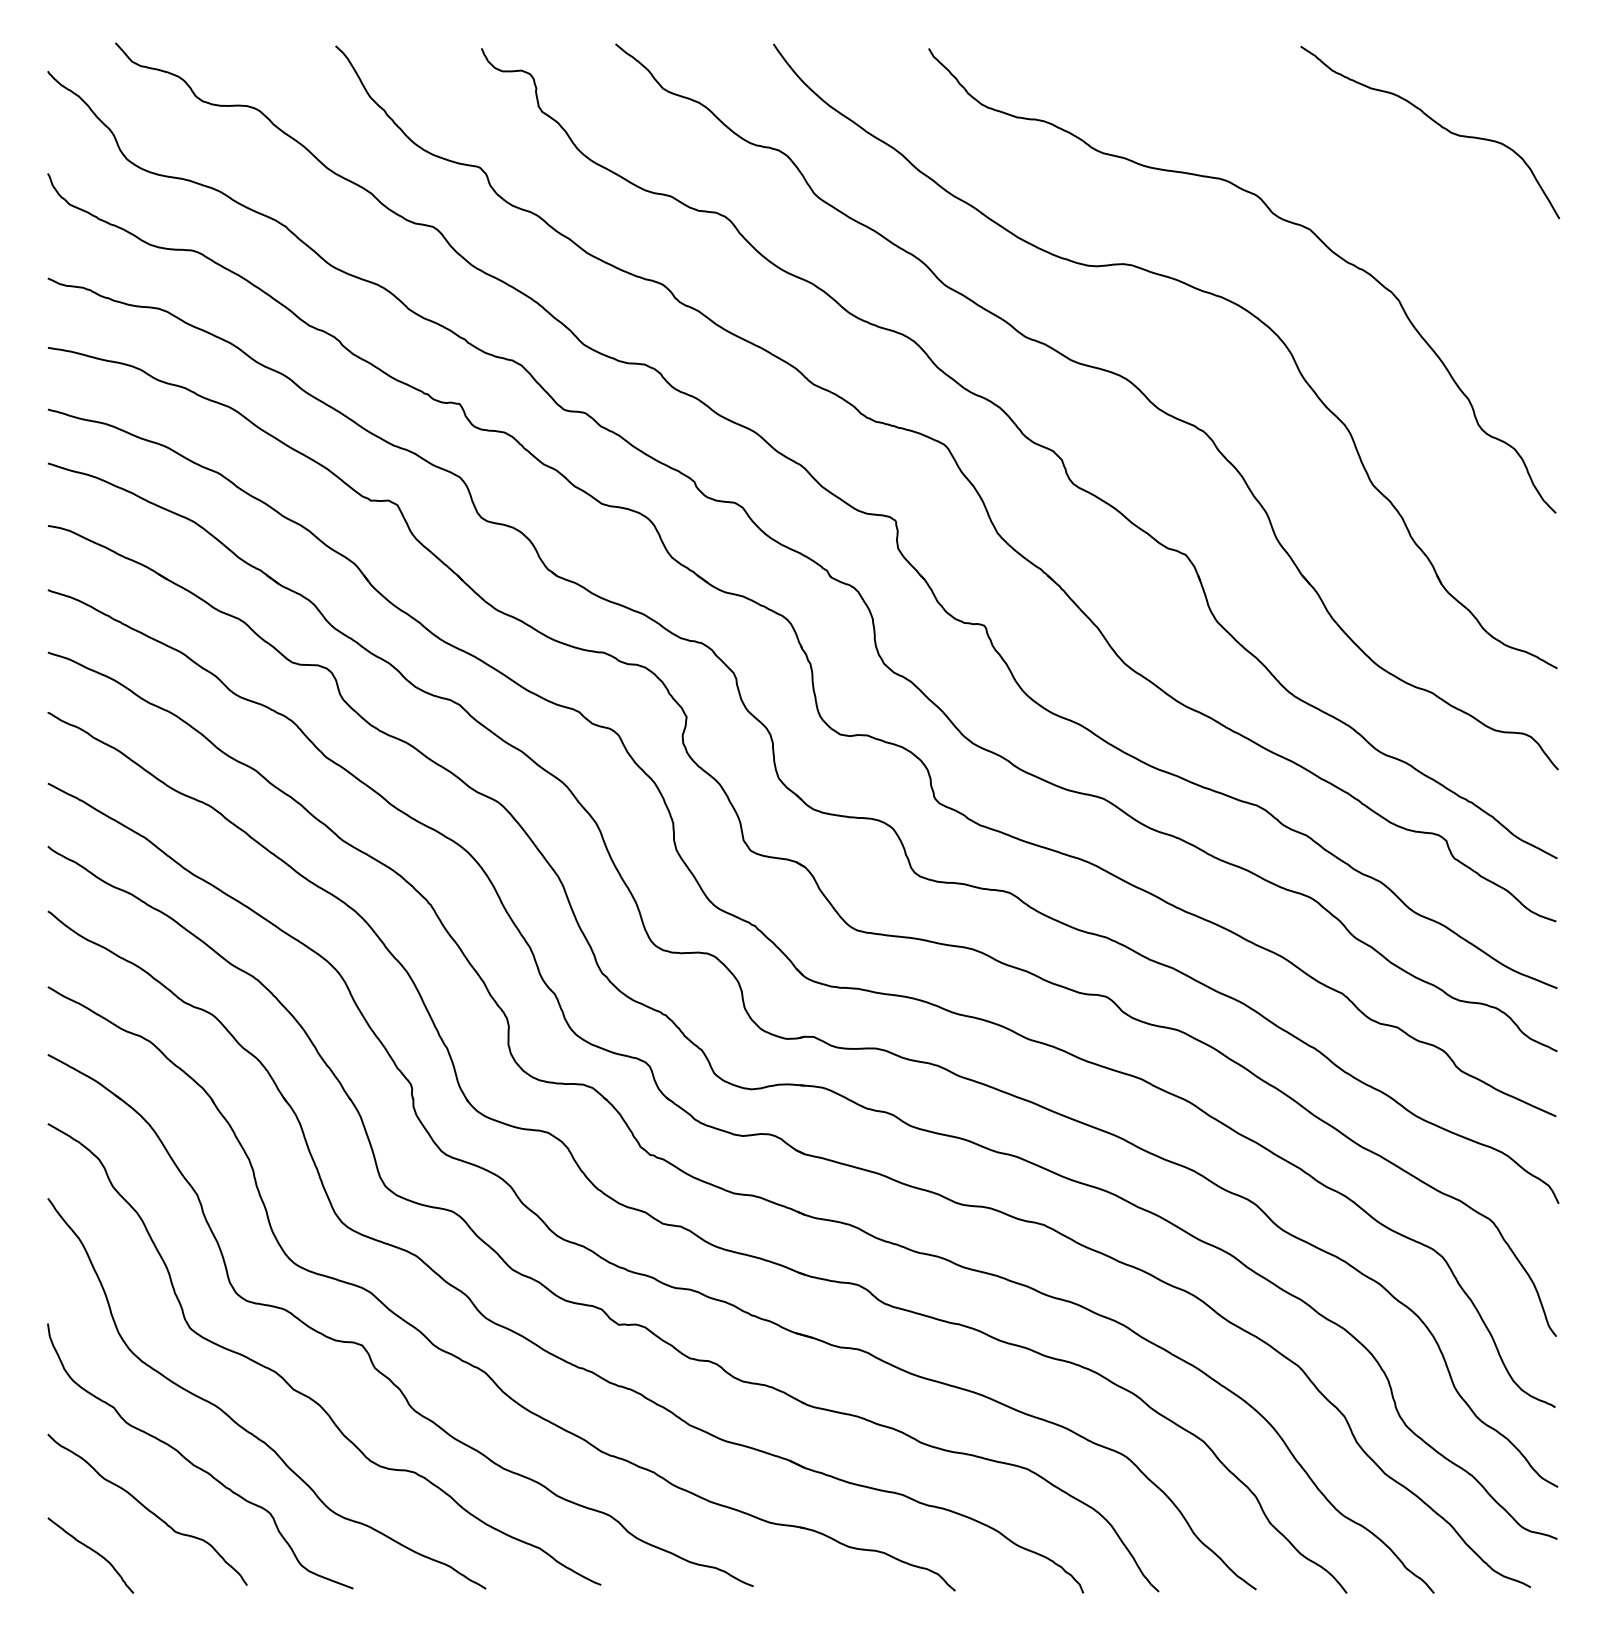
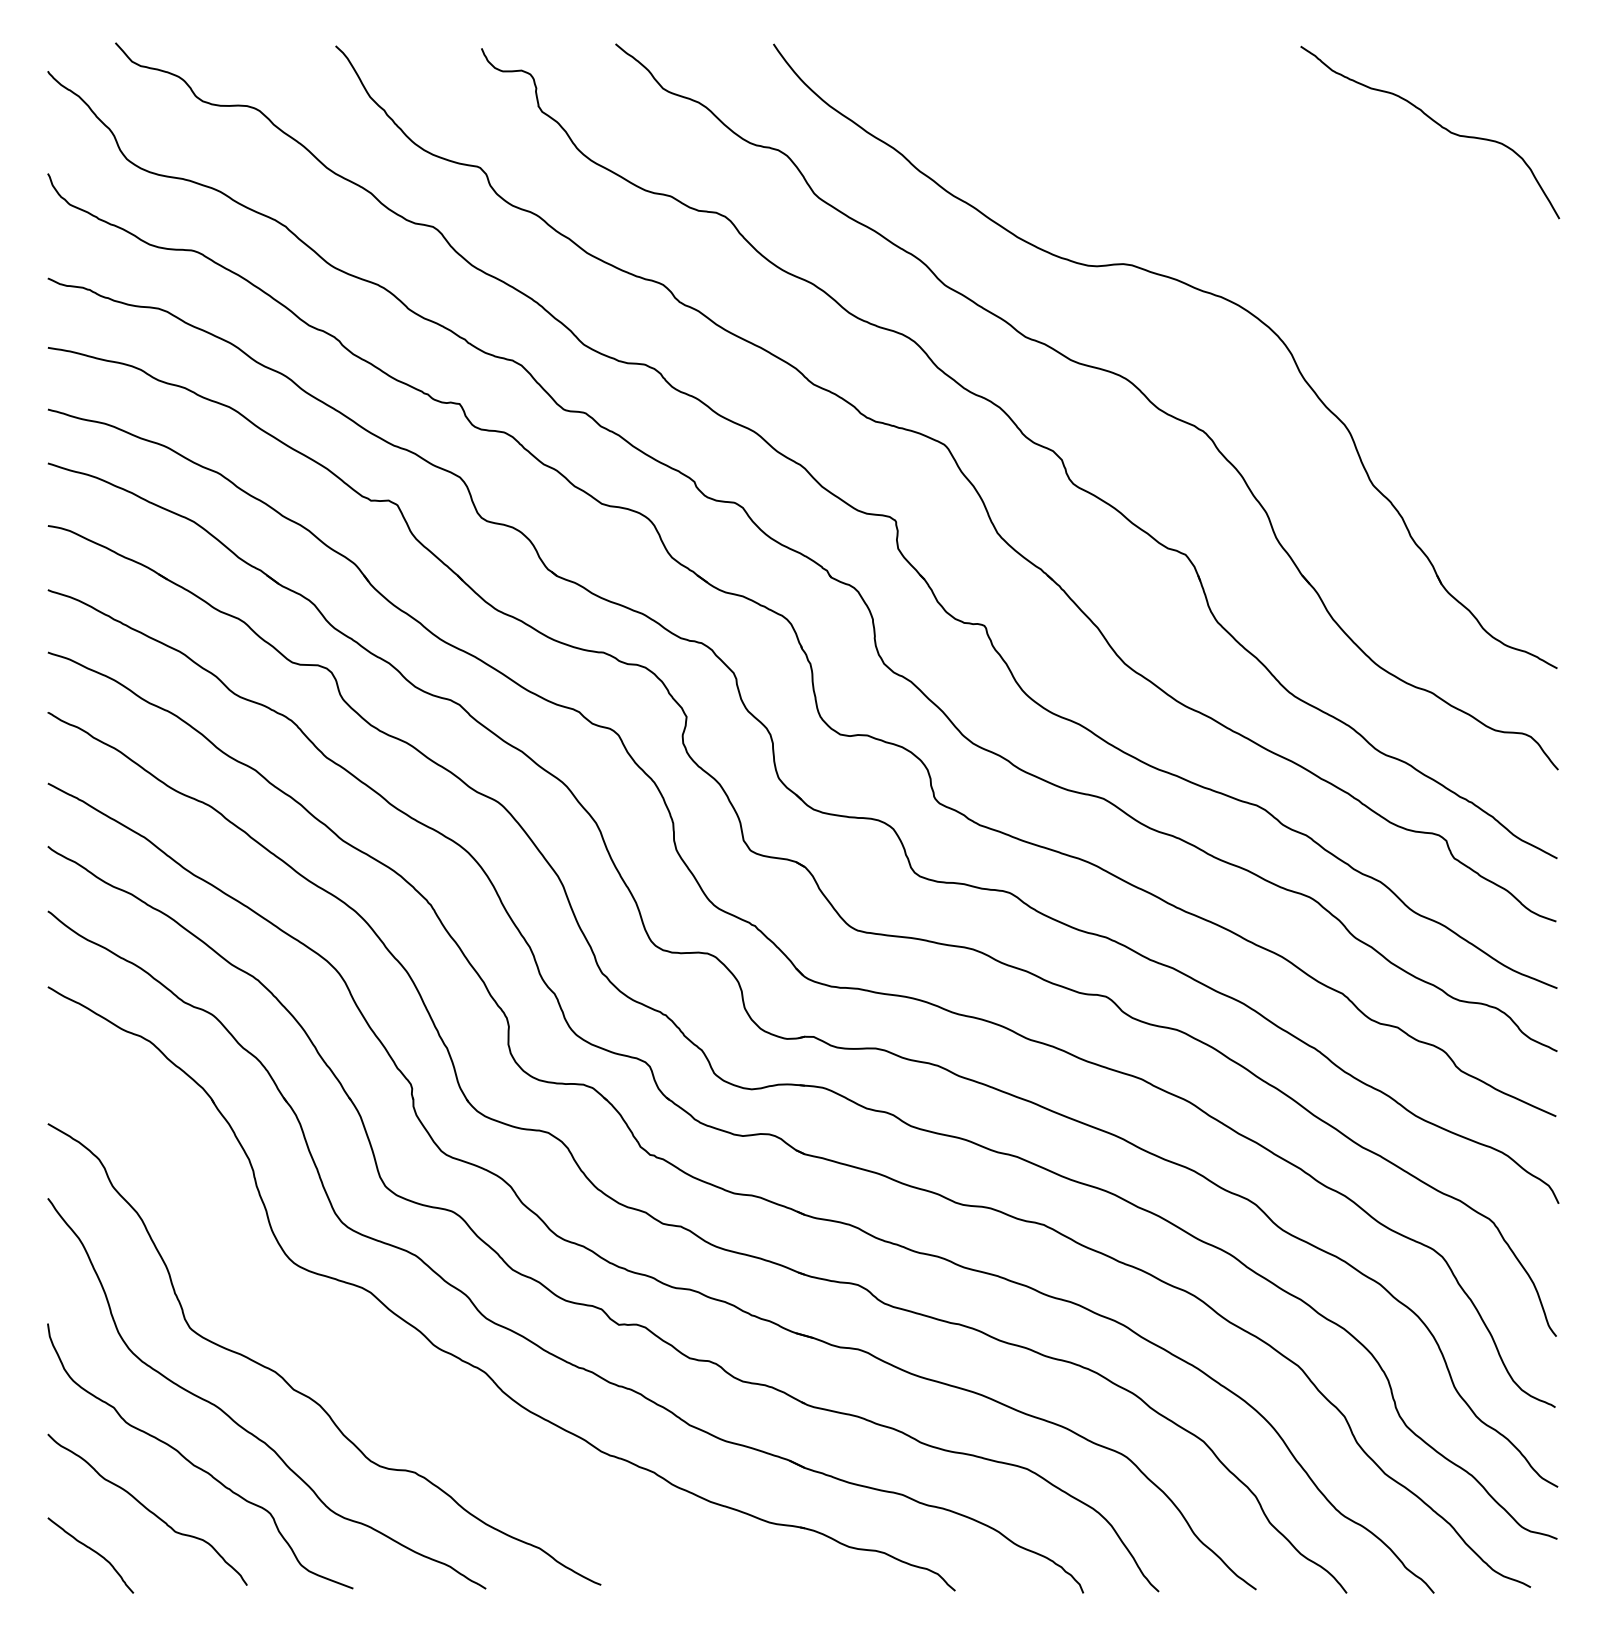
curve at (1278, 218): present -> none
part at (364, 1346): present -> none
